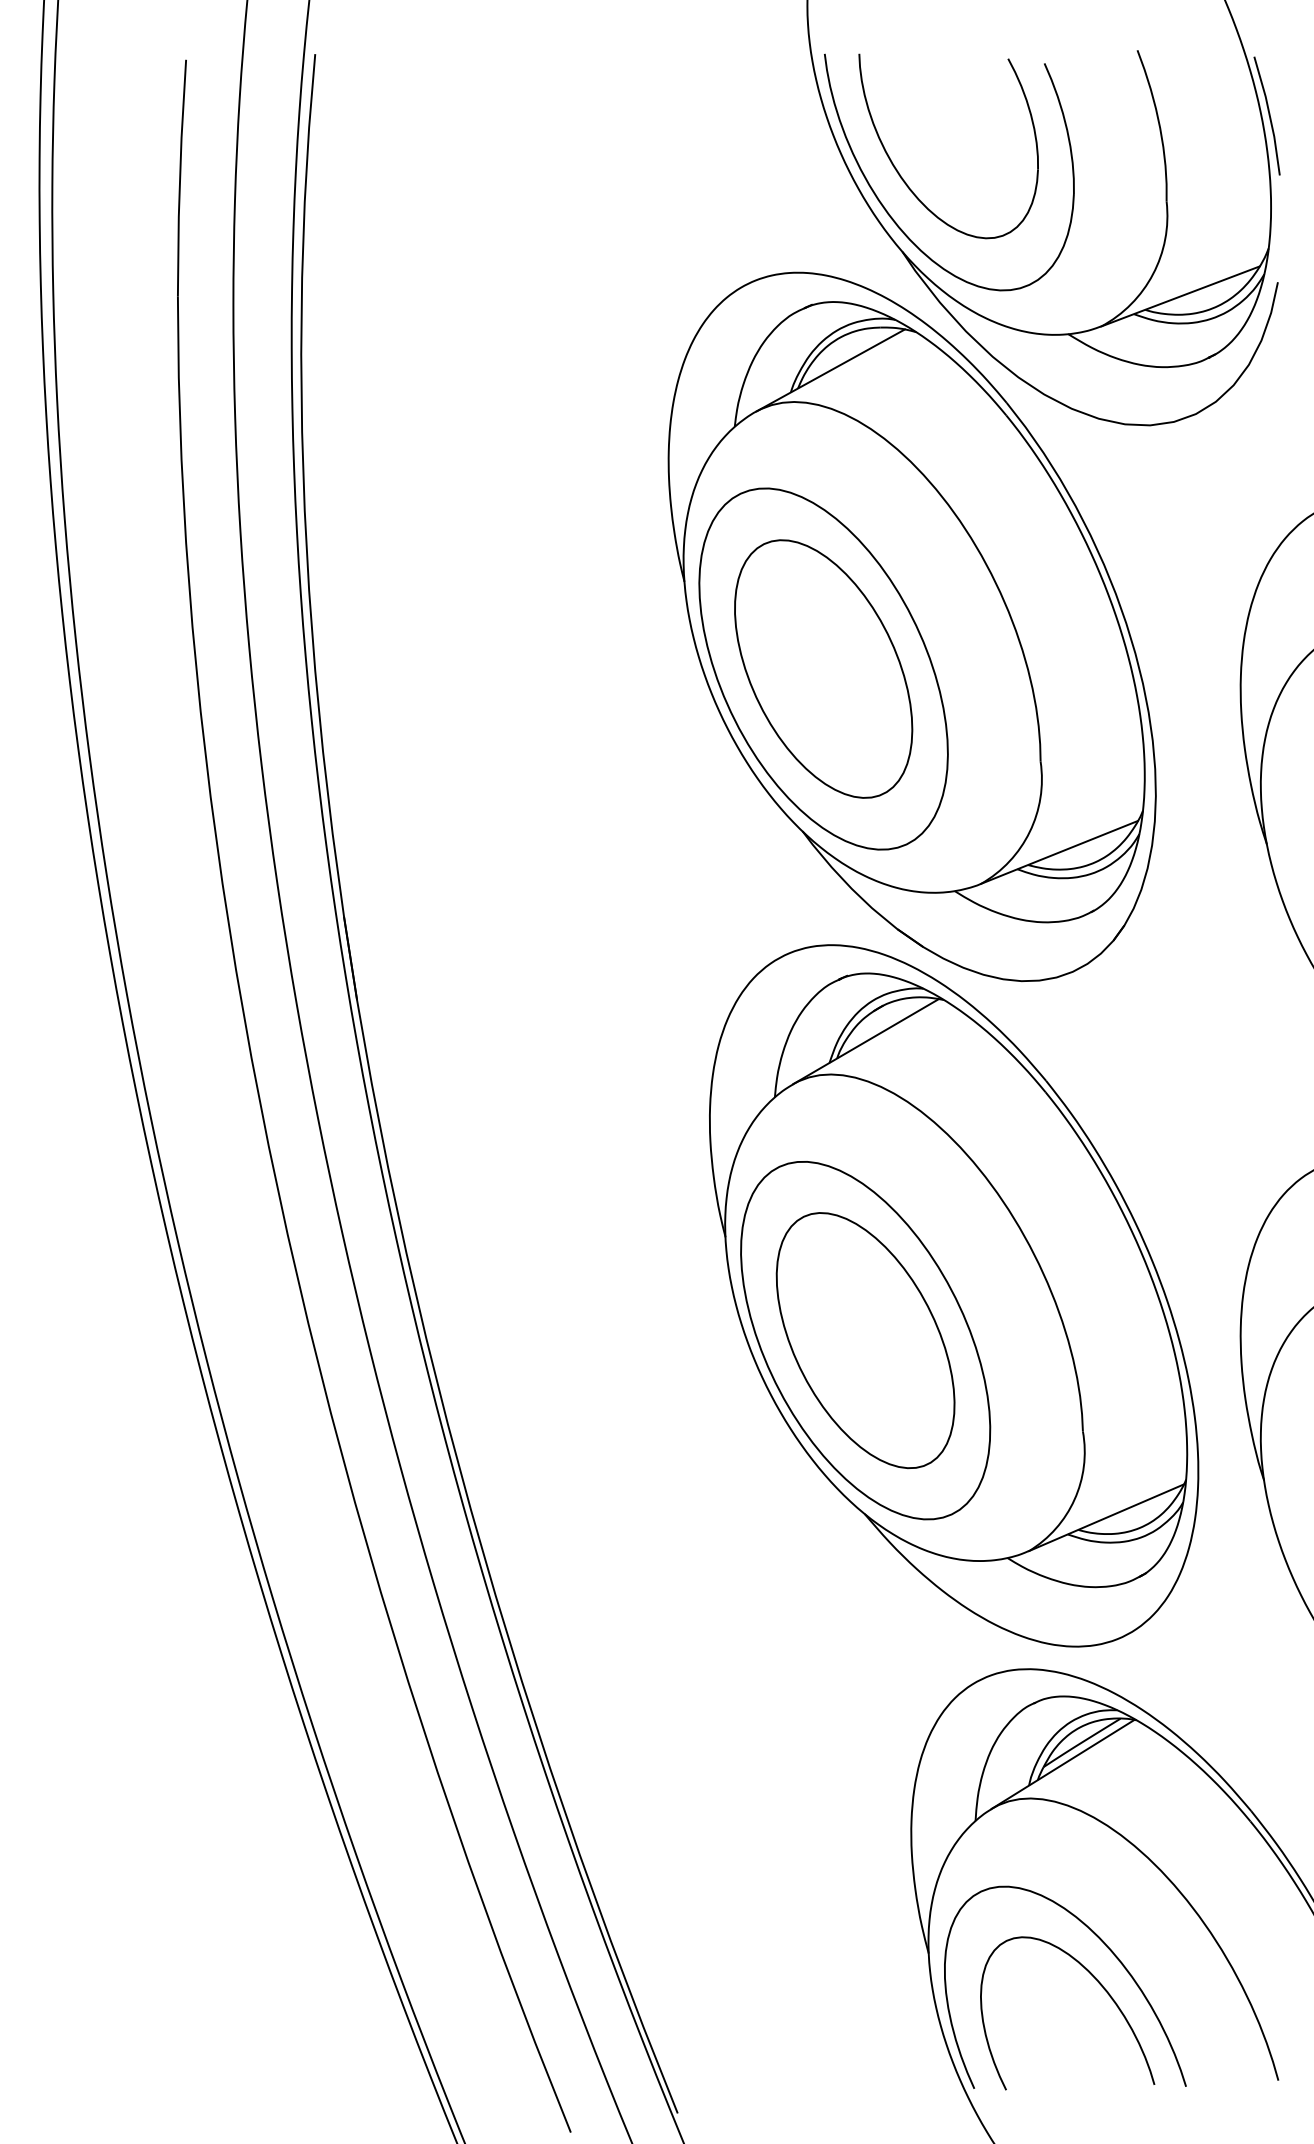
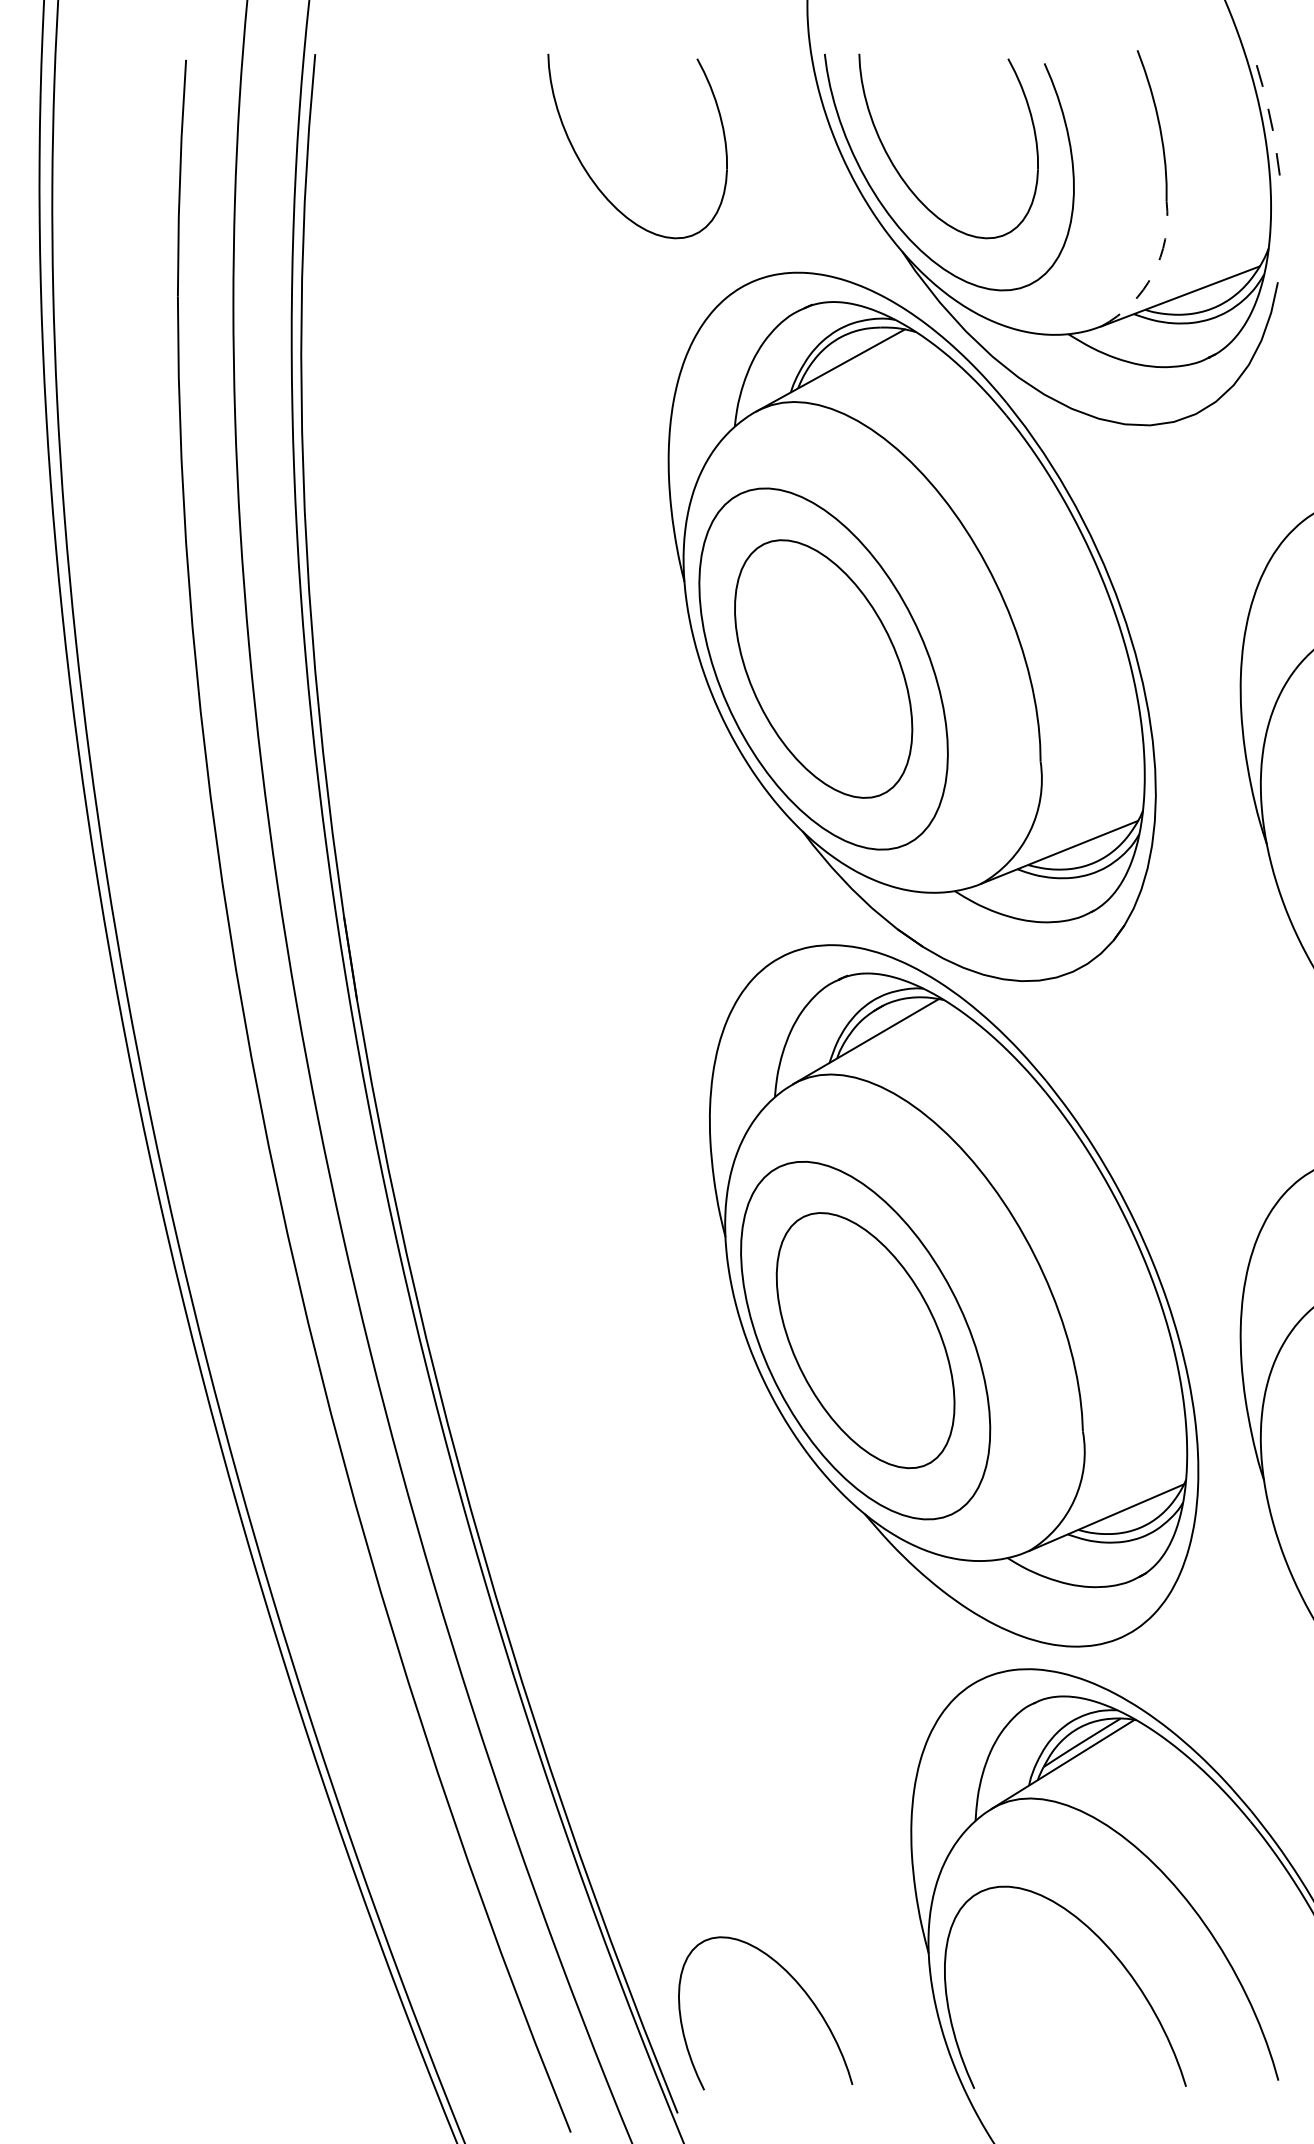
line at (1269, 115): solid -> dashed
part at (592, 178): none -> present
arc at (1153, 274): solid -> dashed
curve at (1098, 1983) position: (1098, 1983) -> (796, 1983)
